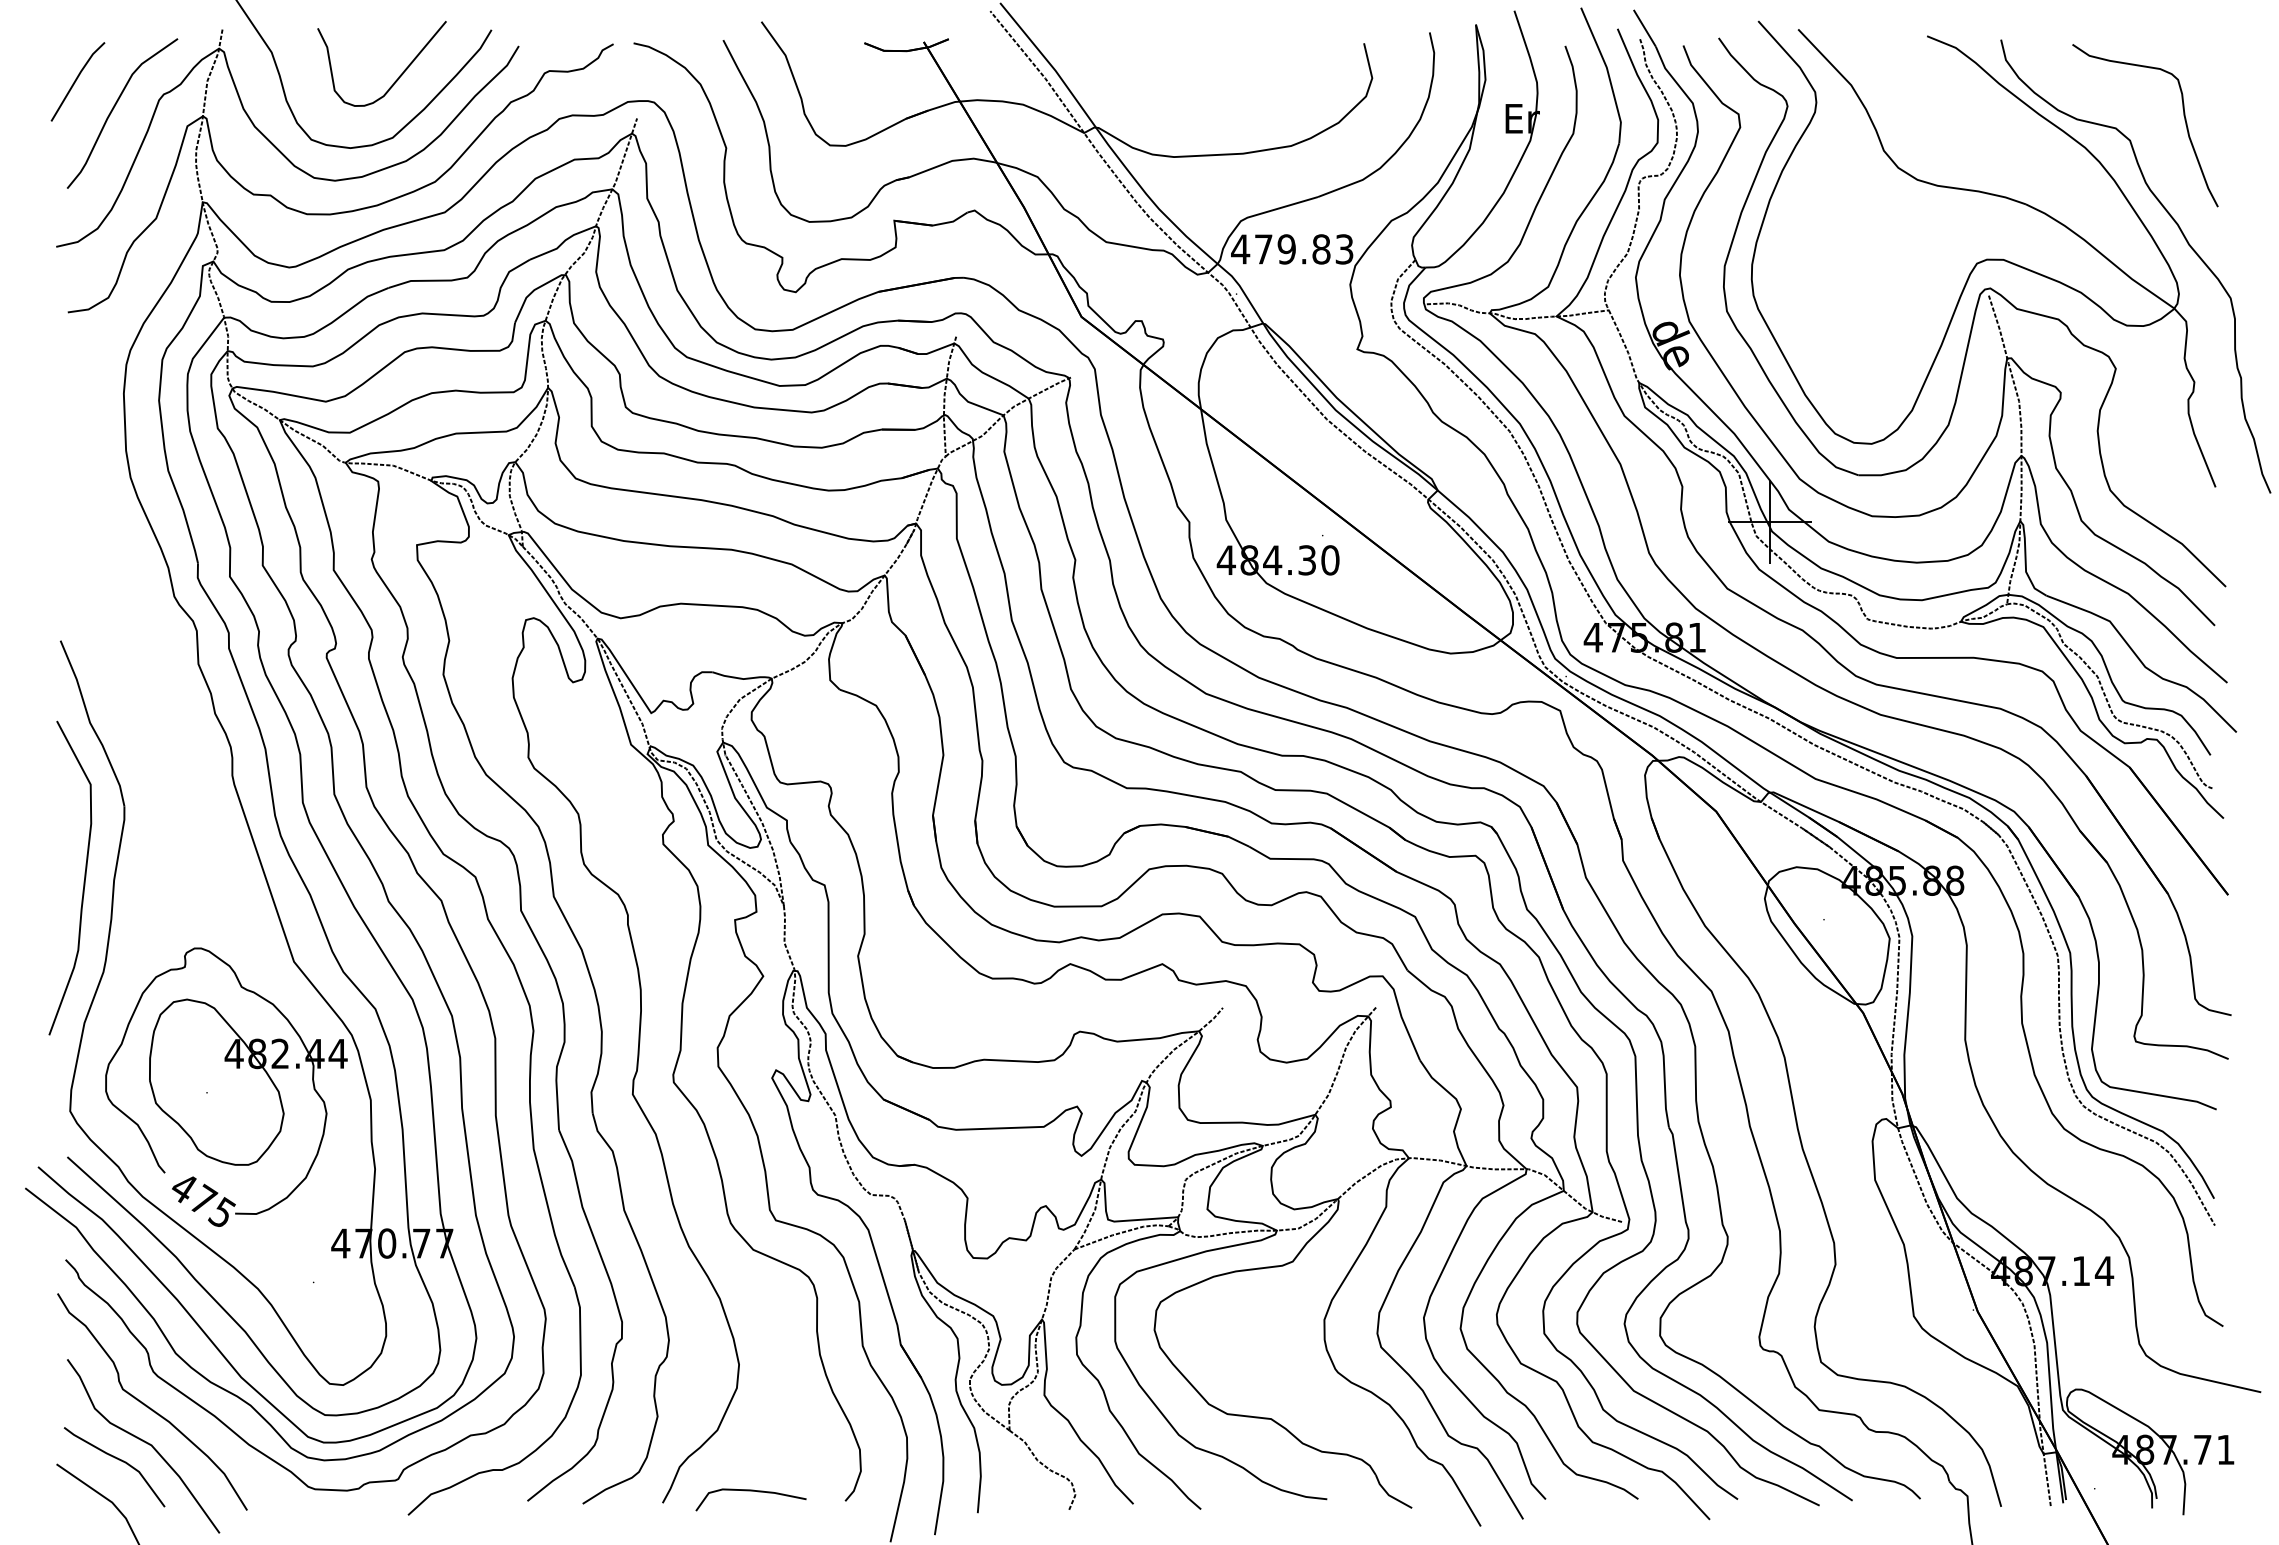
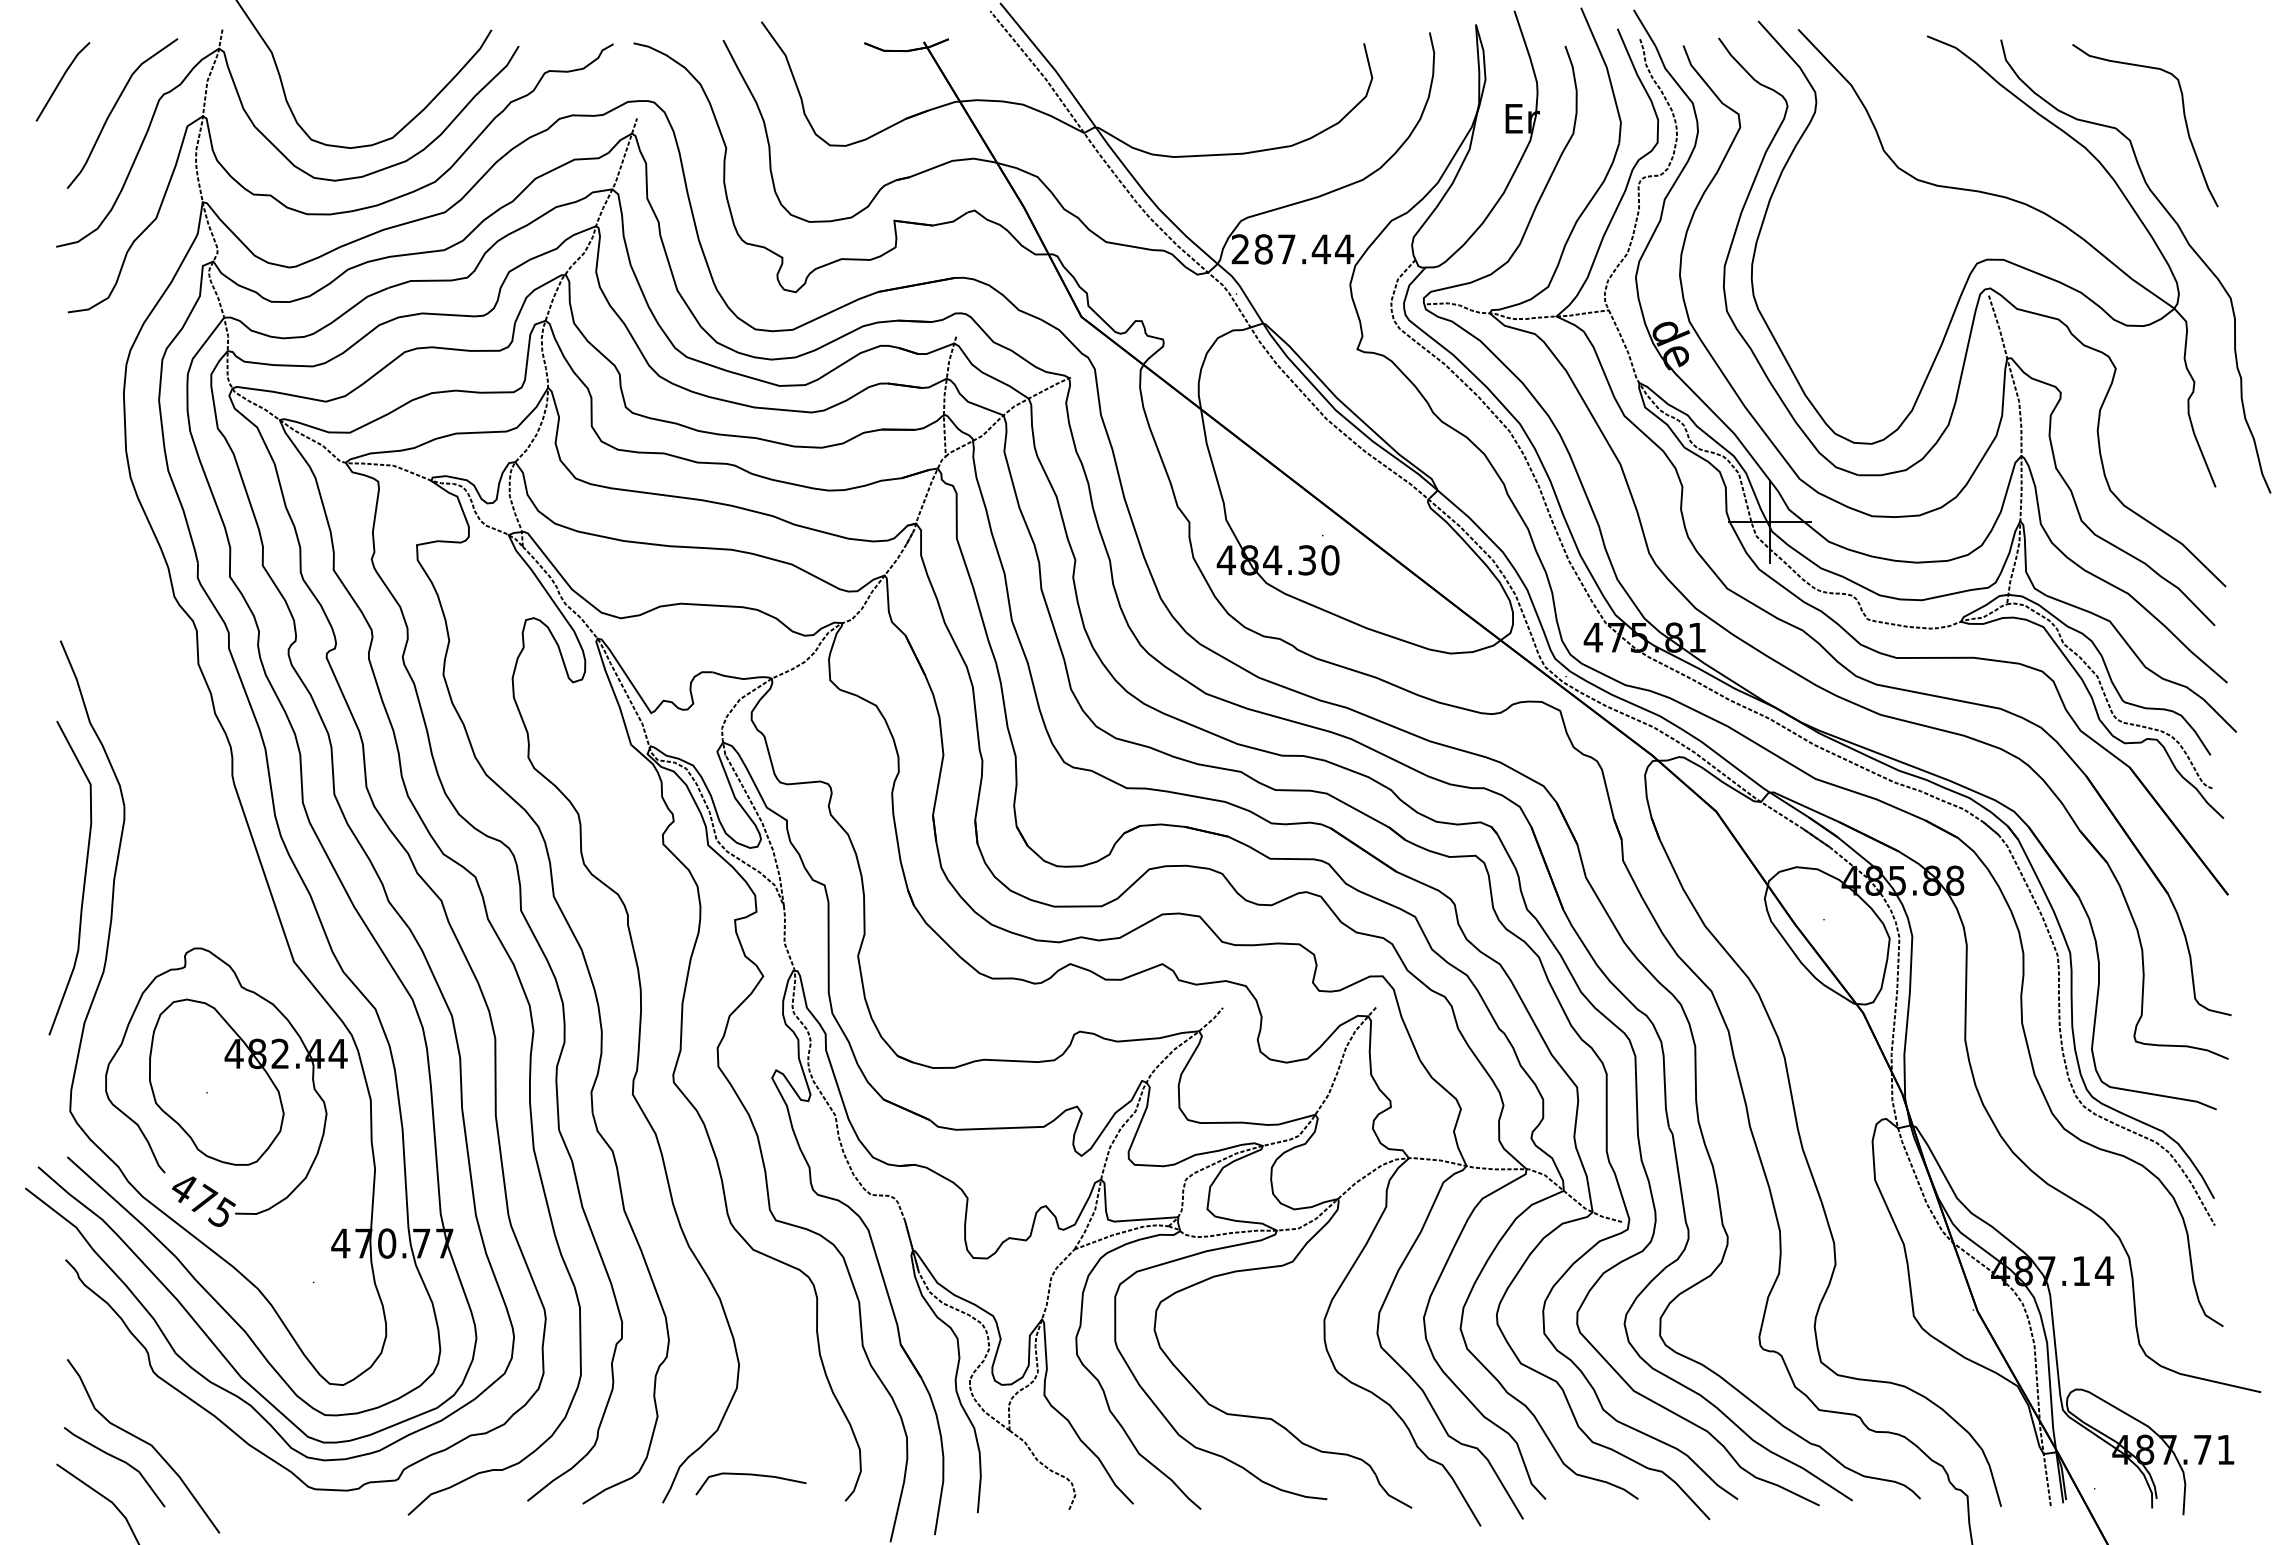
curve at (398, 76): present -> none
line at (76, 81) position: (76, 81) -> (61, 81)
text at (1292, 249): 479.83 -> 287.44
curve at (149, 1406): present -> none
curve at (750, 1491) position: (750, 1491) -> (750, 1475)
